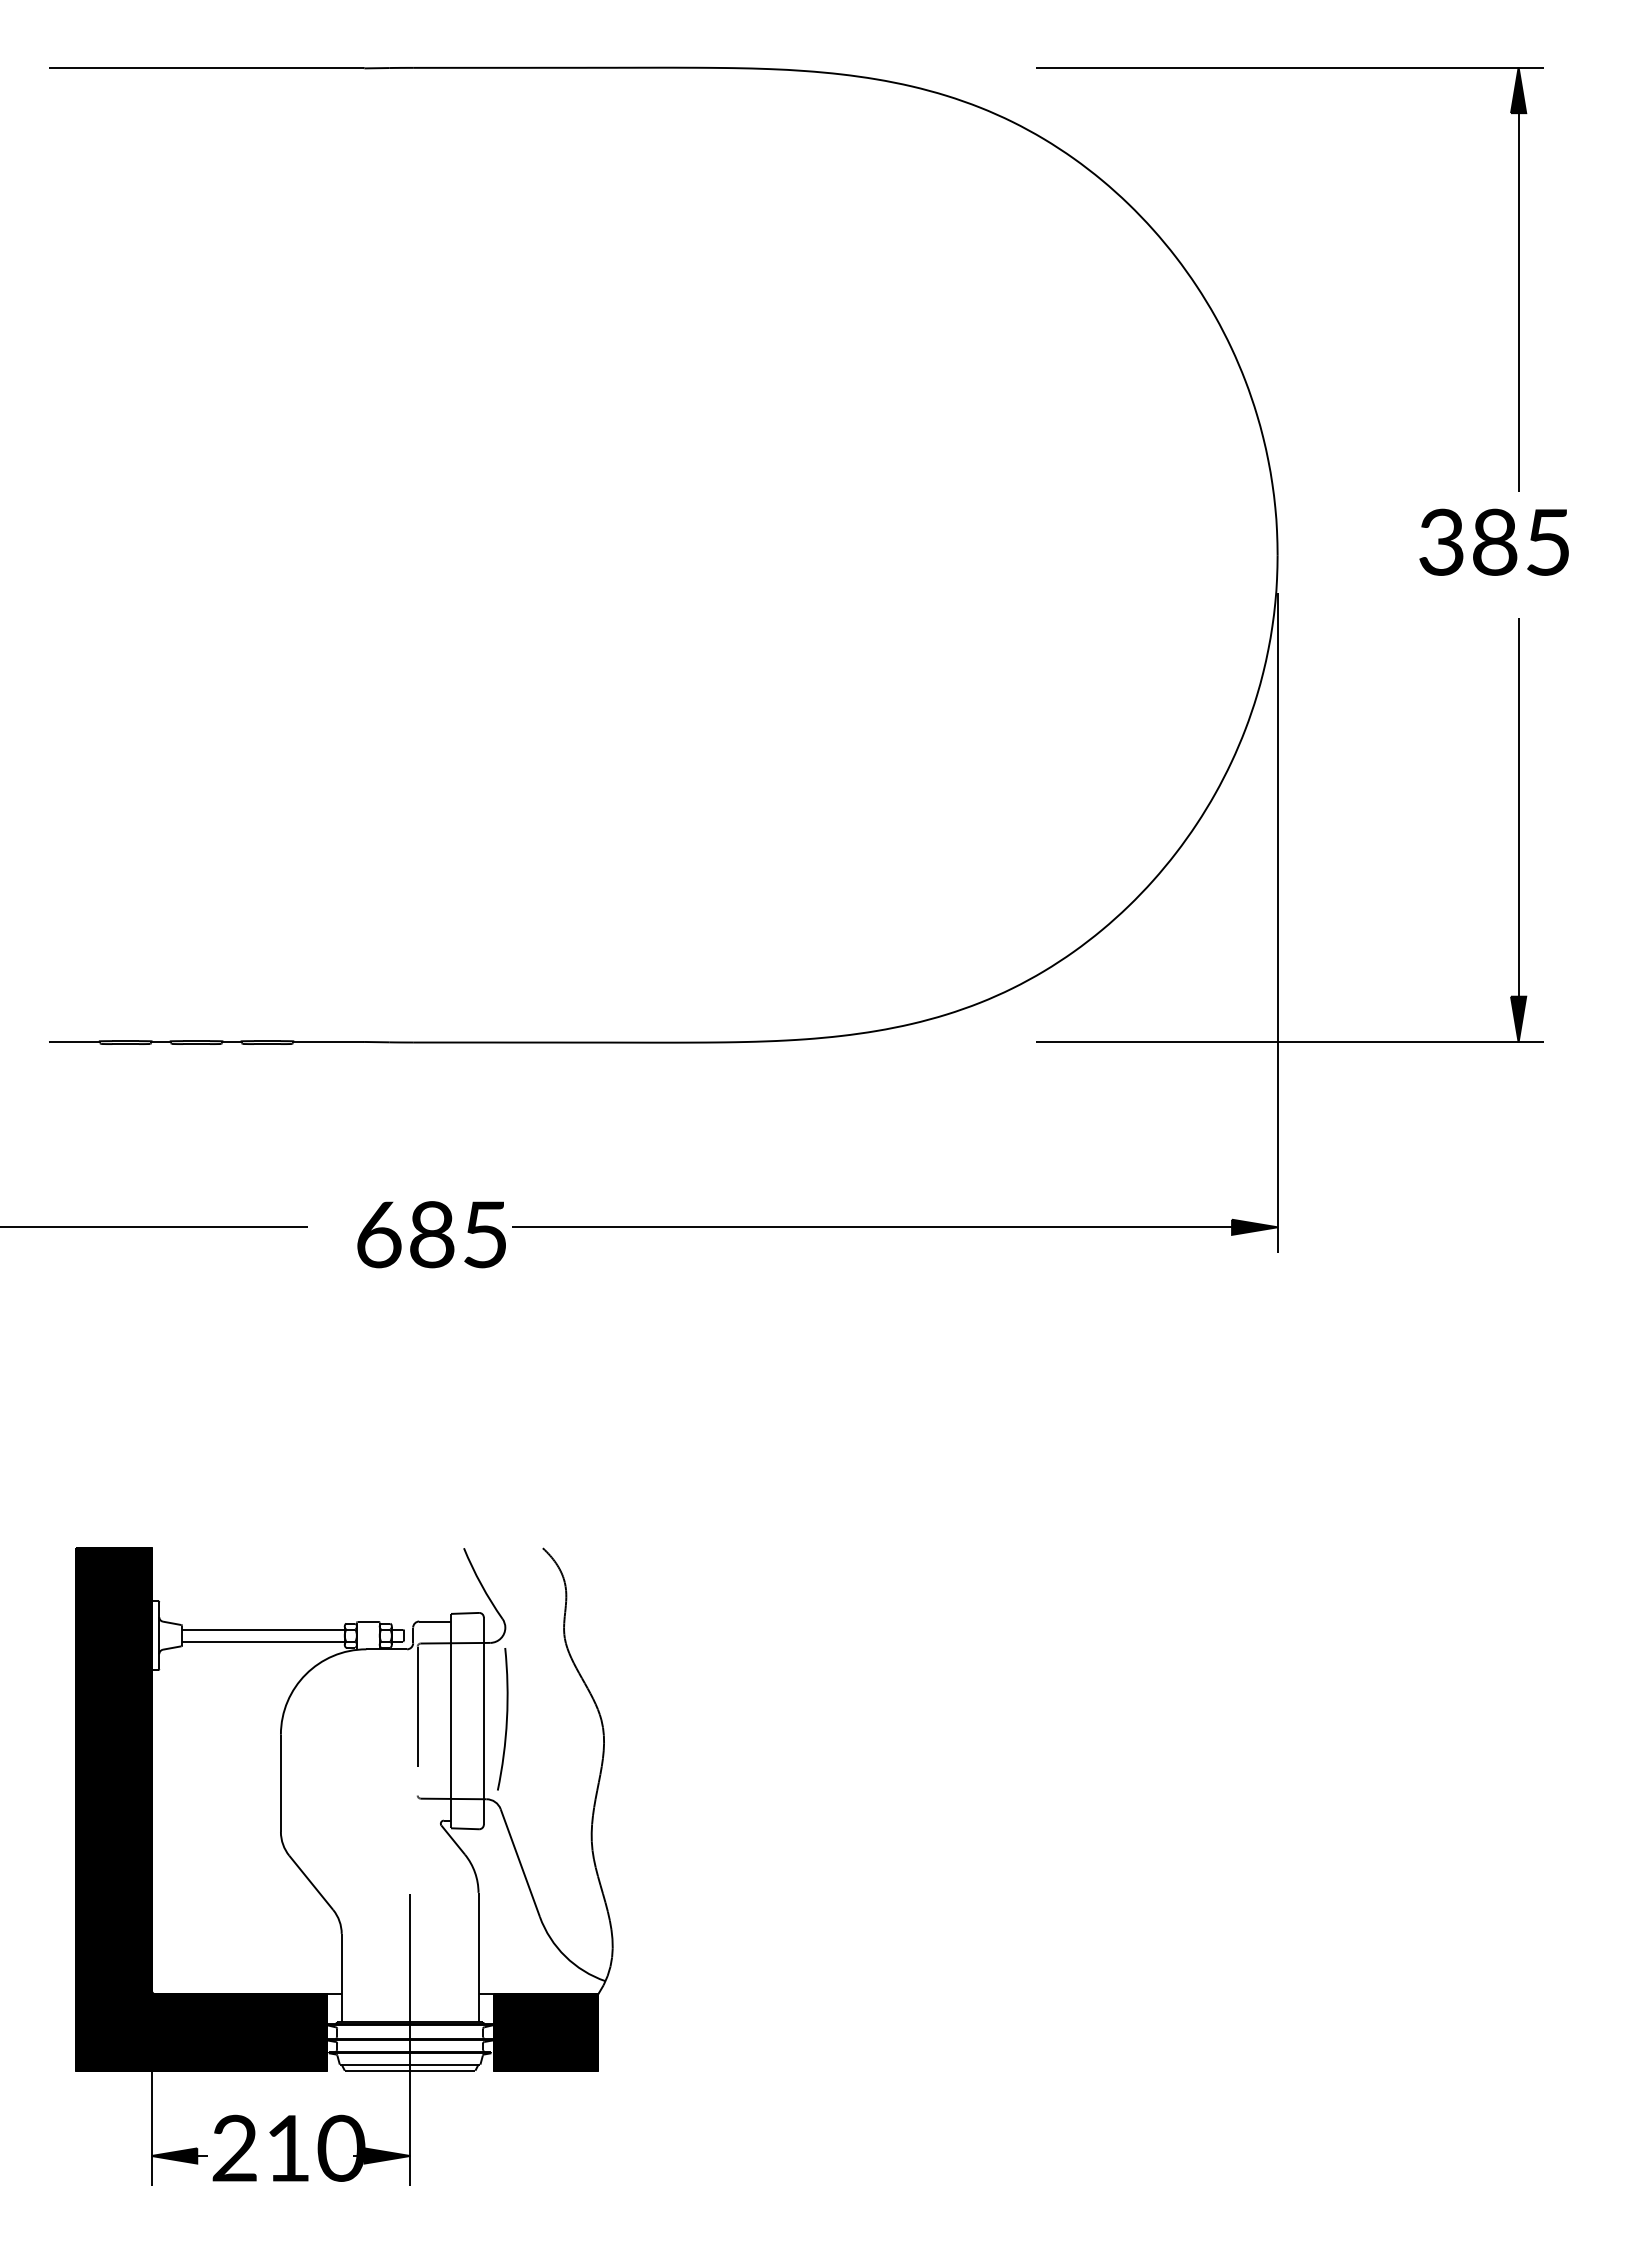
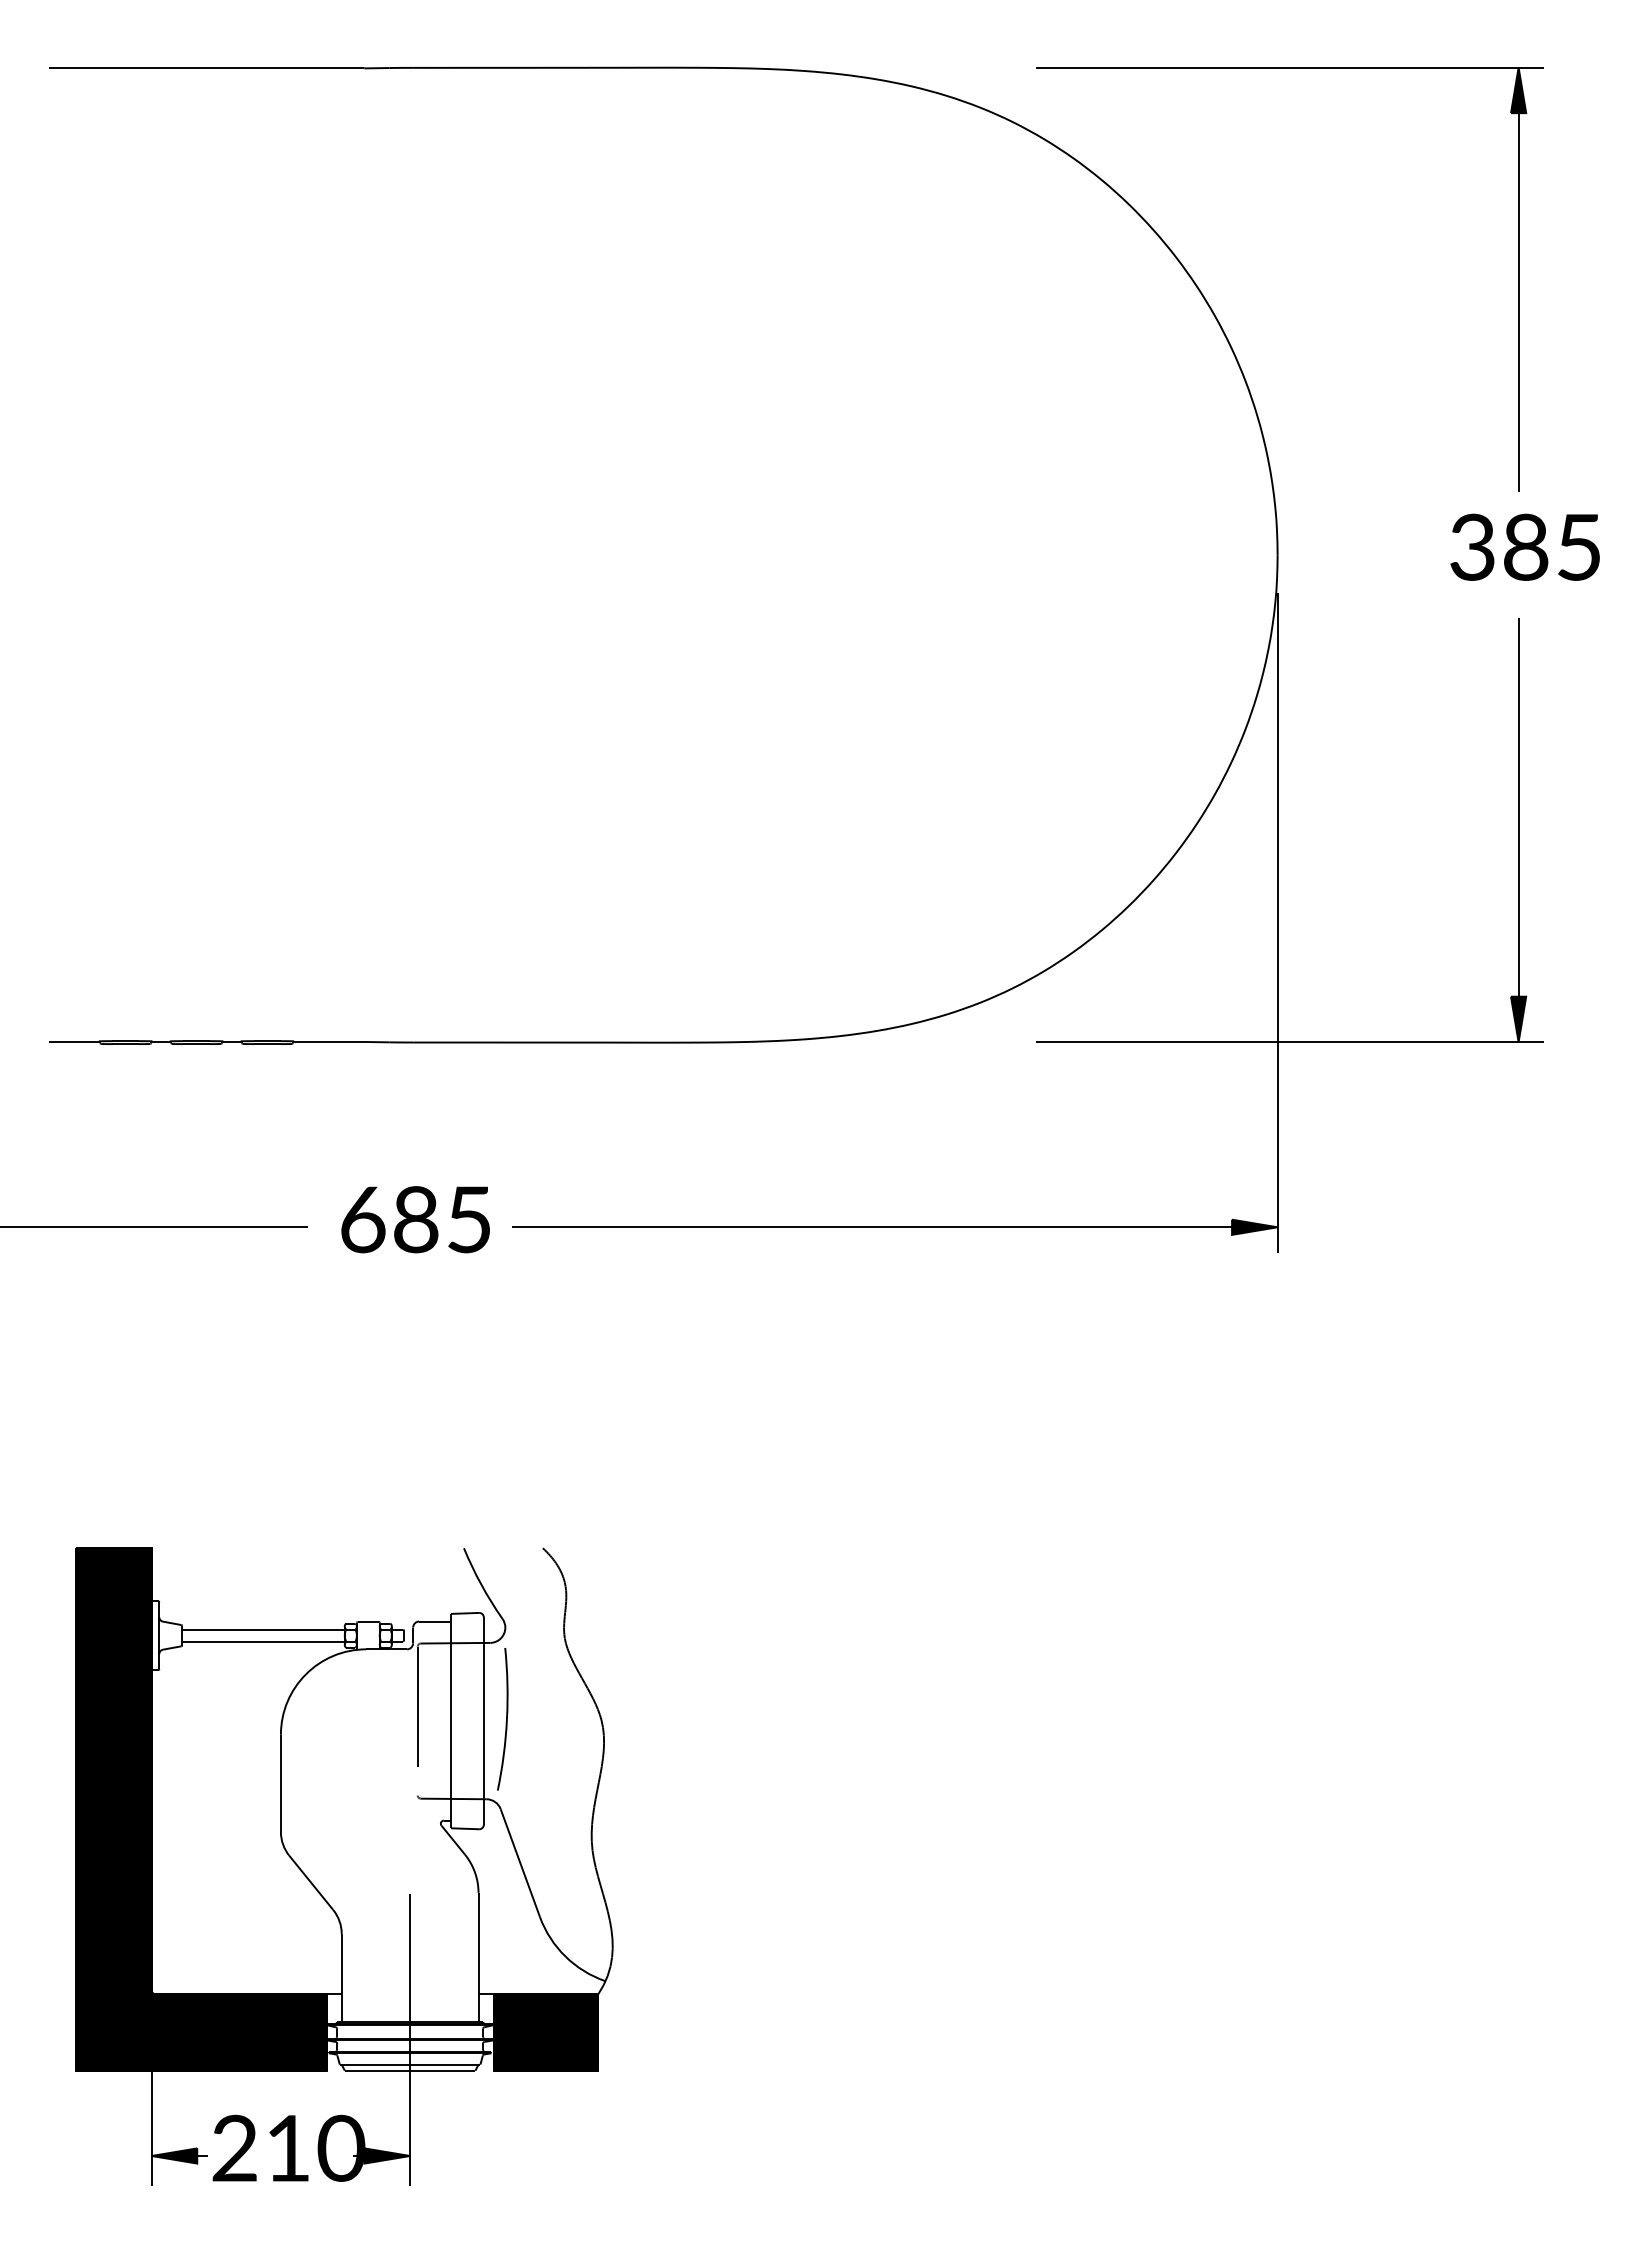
text at (1493, 541) position: (1493, 541) -> (1524, 546)
text at (431, 1234) position: (431, 1234) -> (415, 1219)
